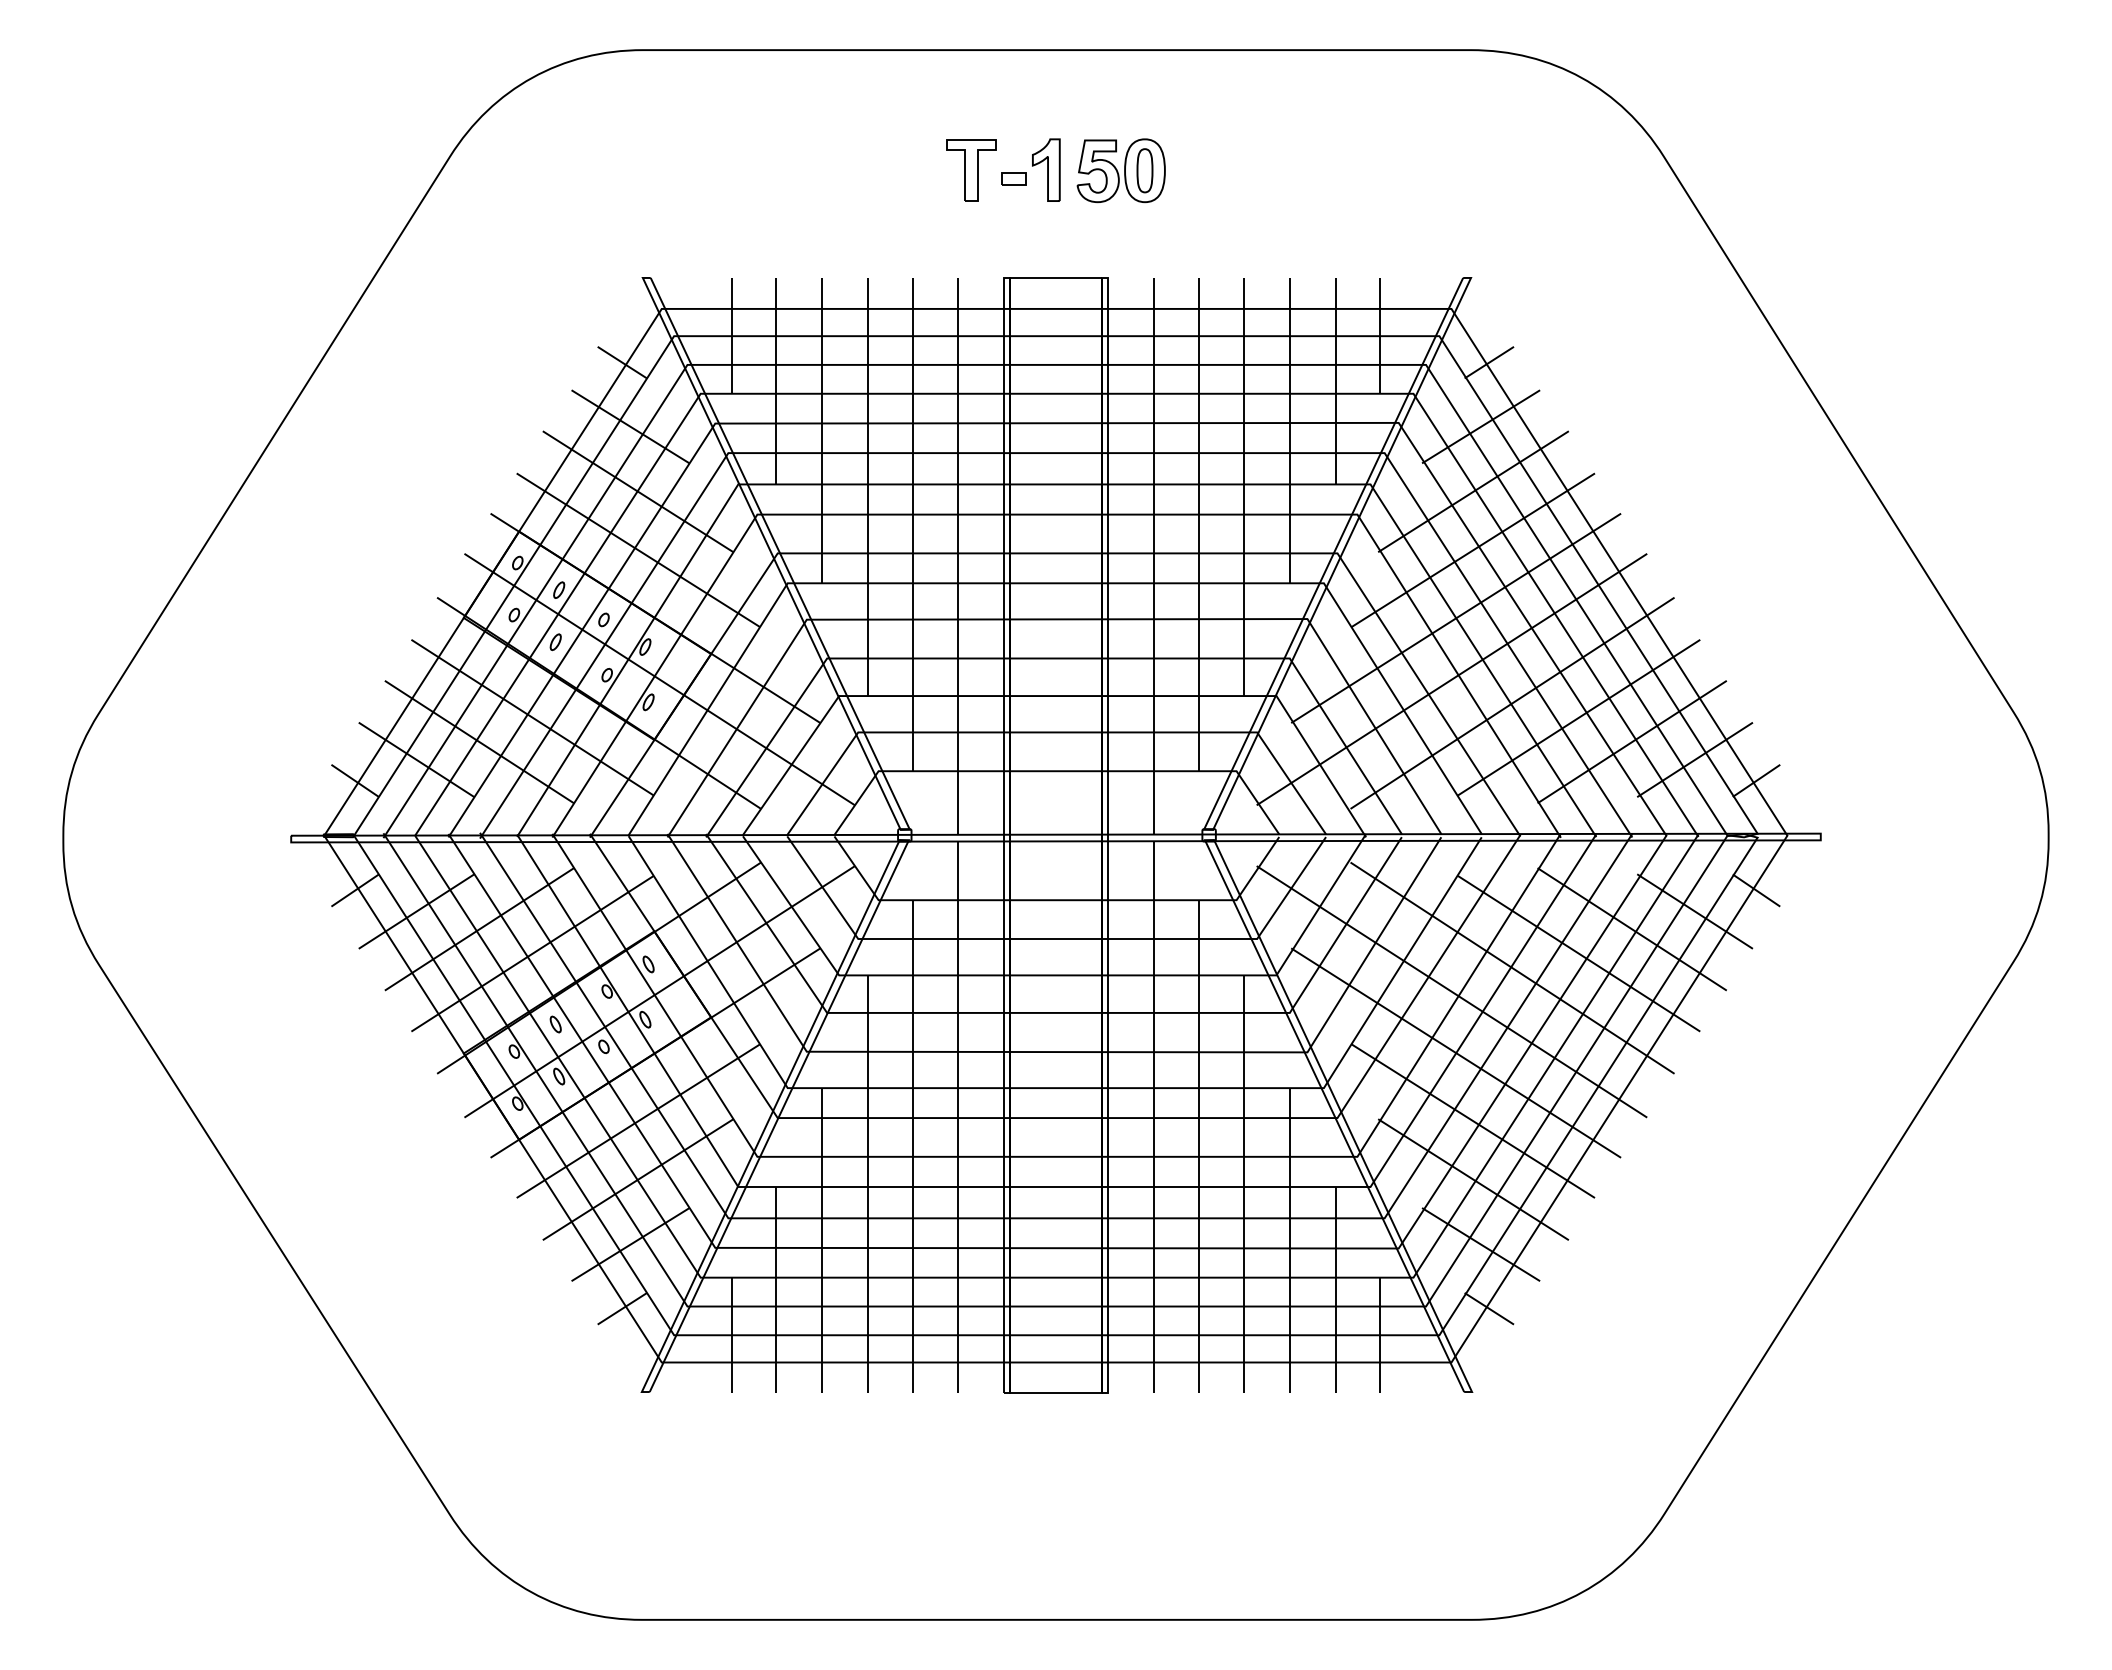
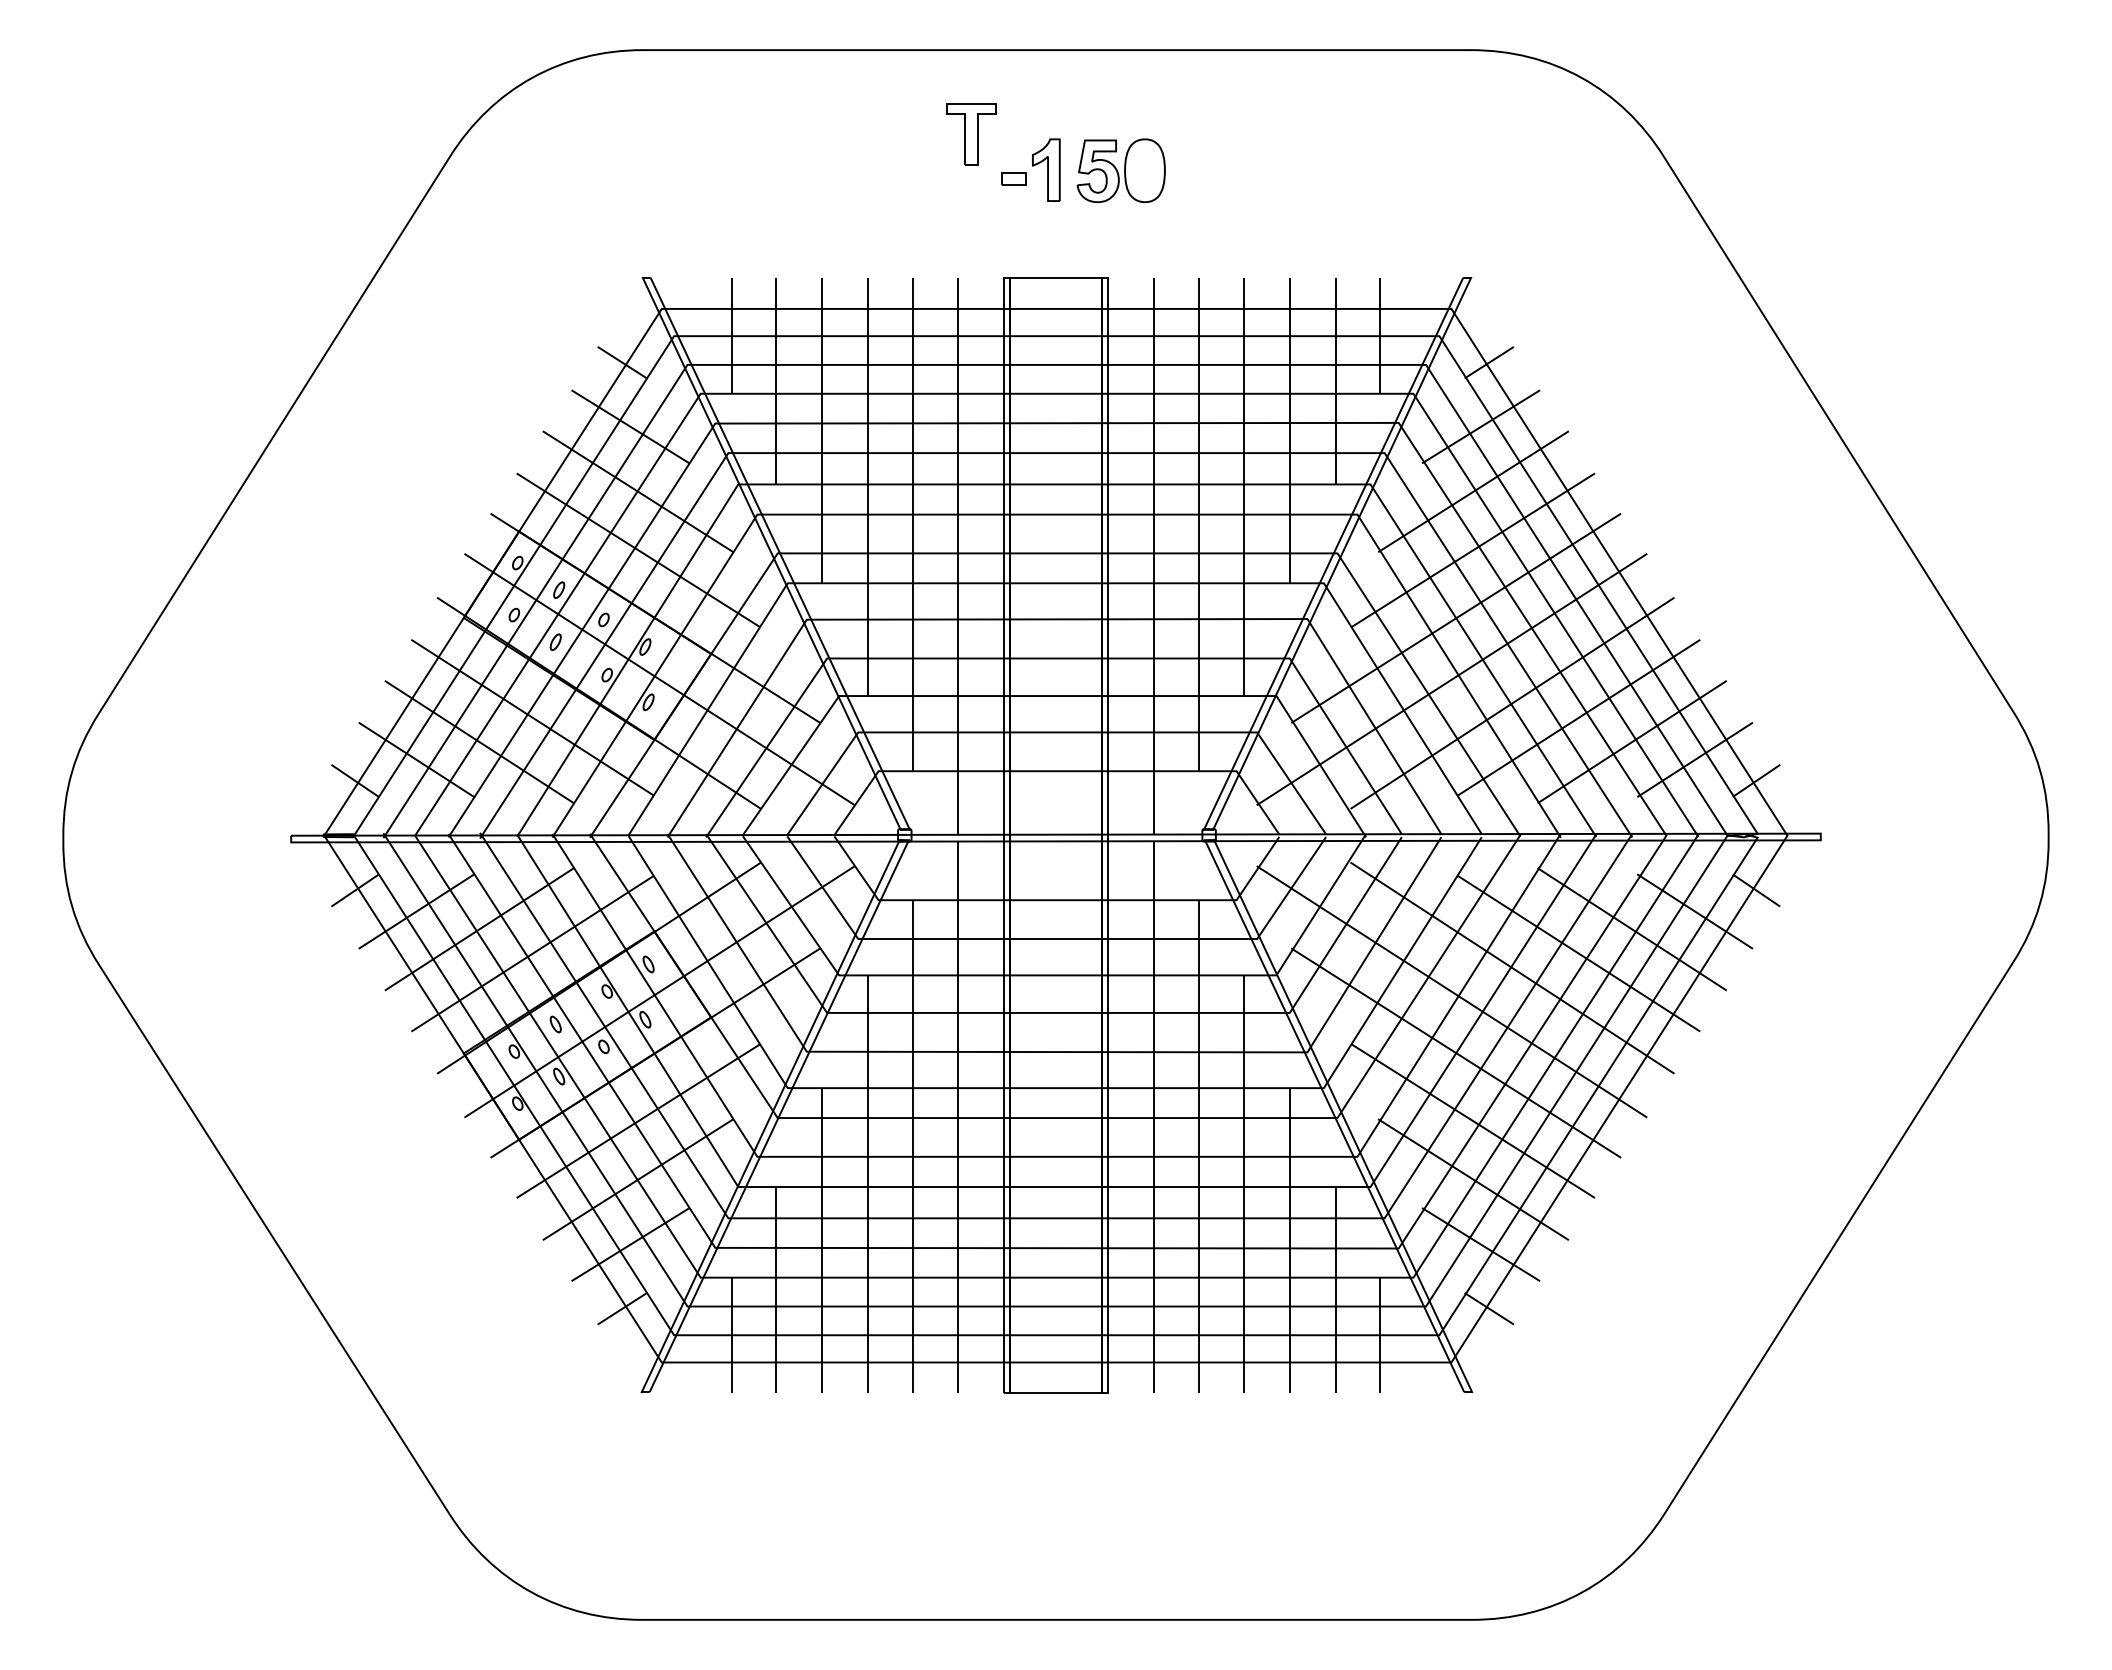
part at (971, 170) position: (971, 170) -> (971, 134)
part at (1144, 170): present -> none
